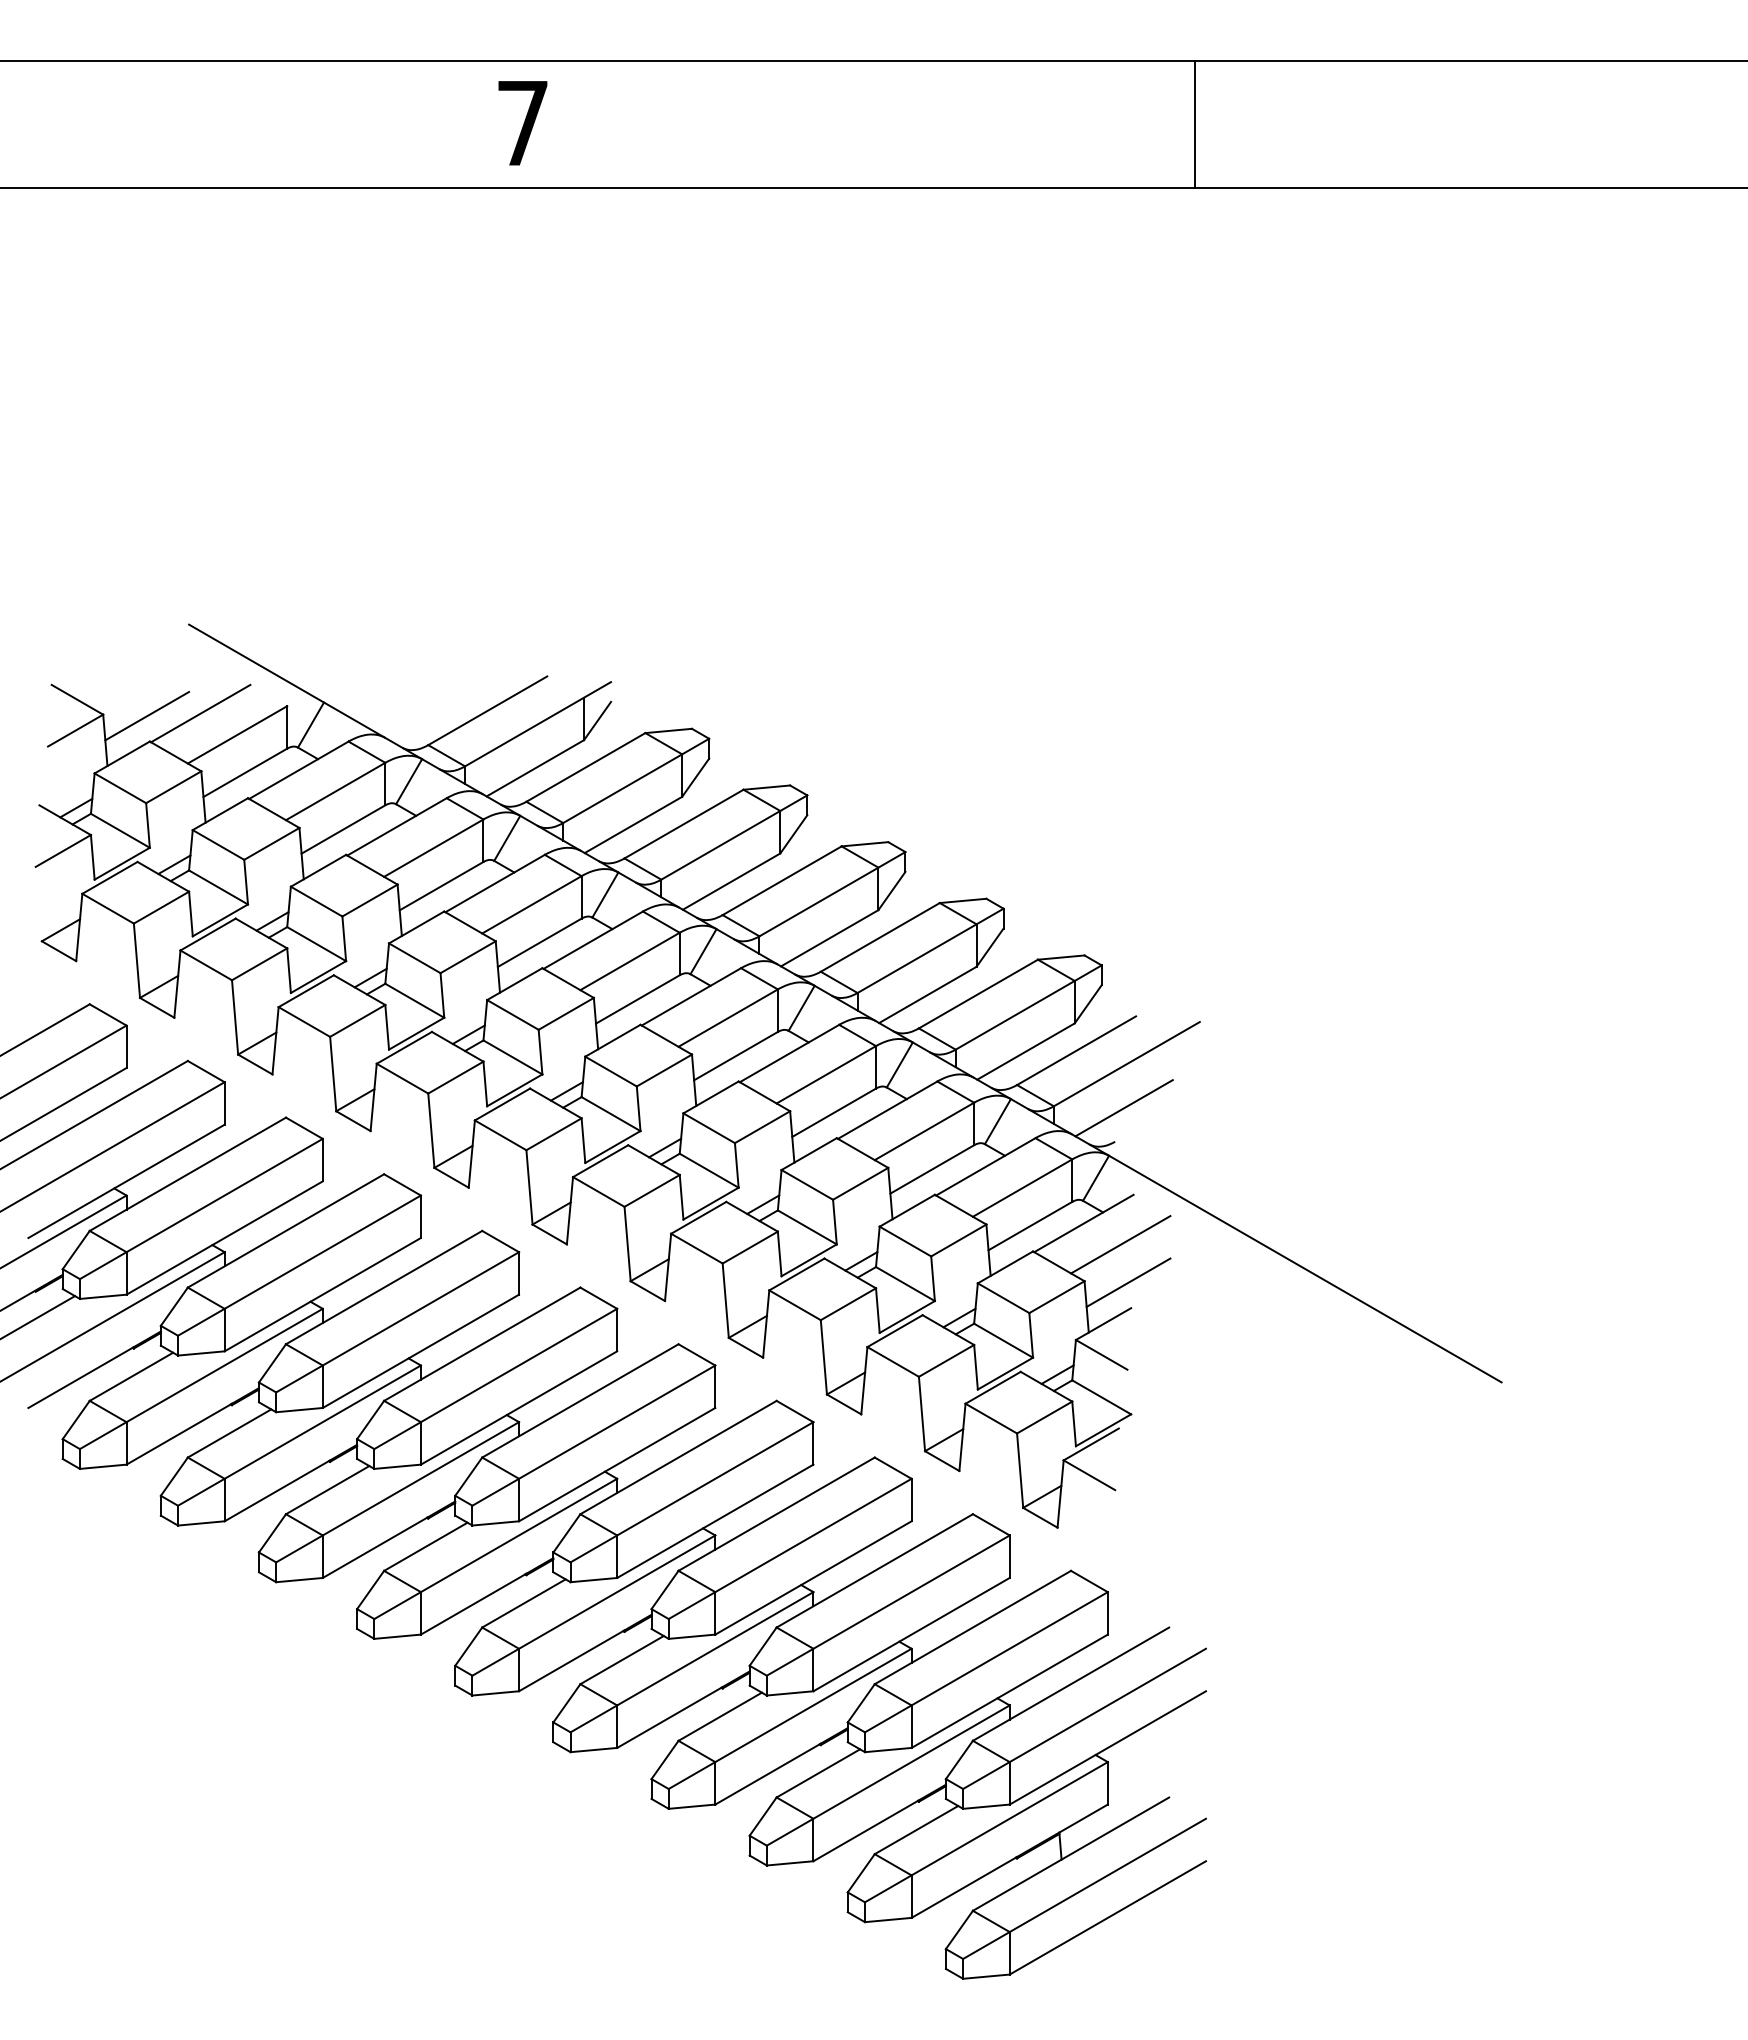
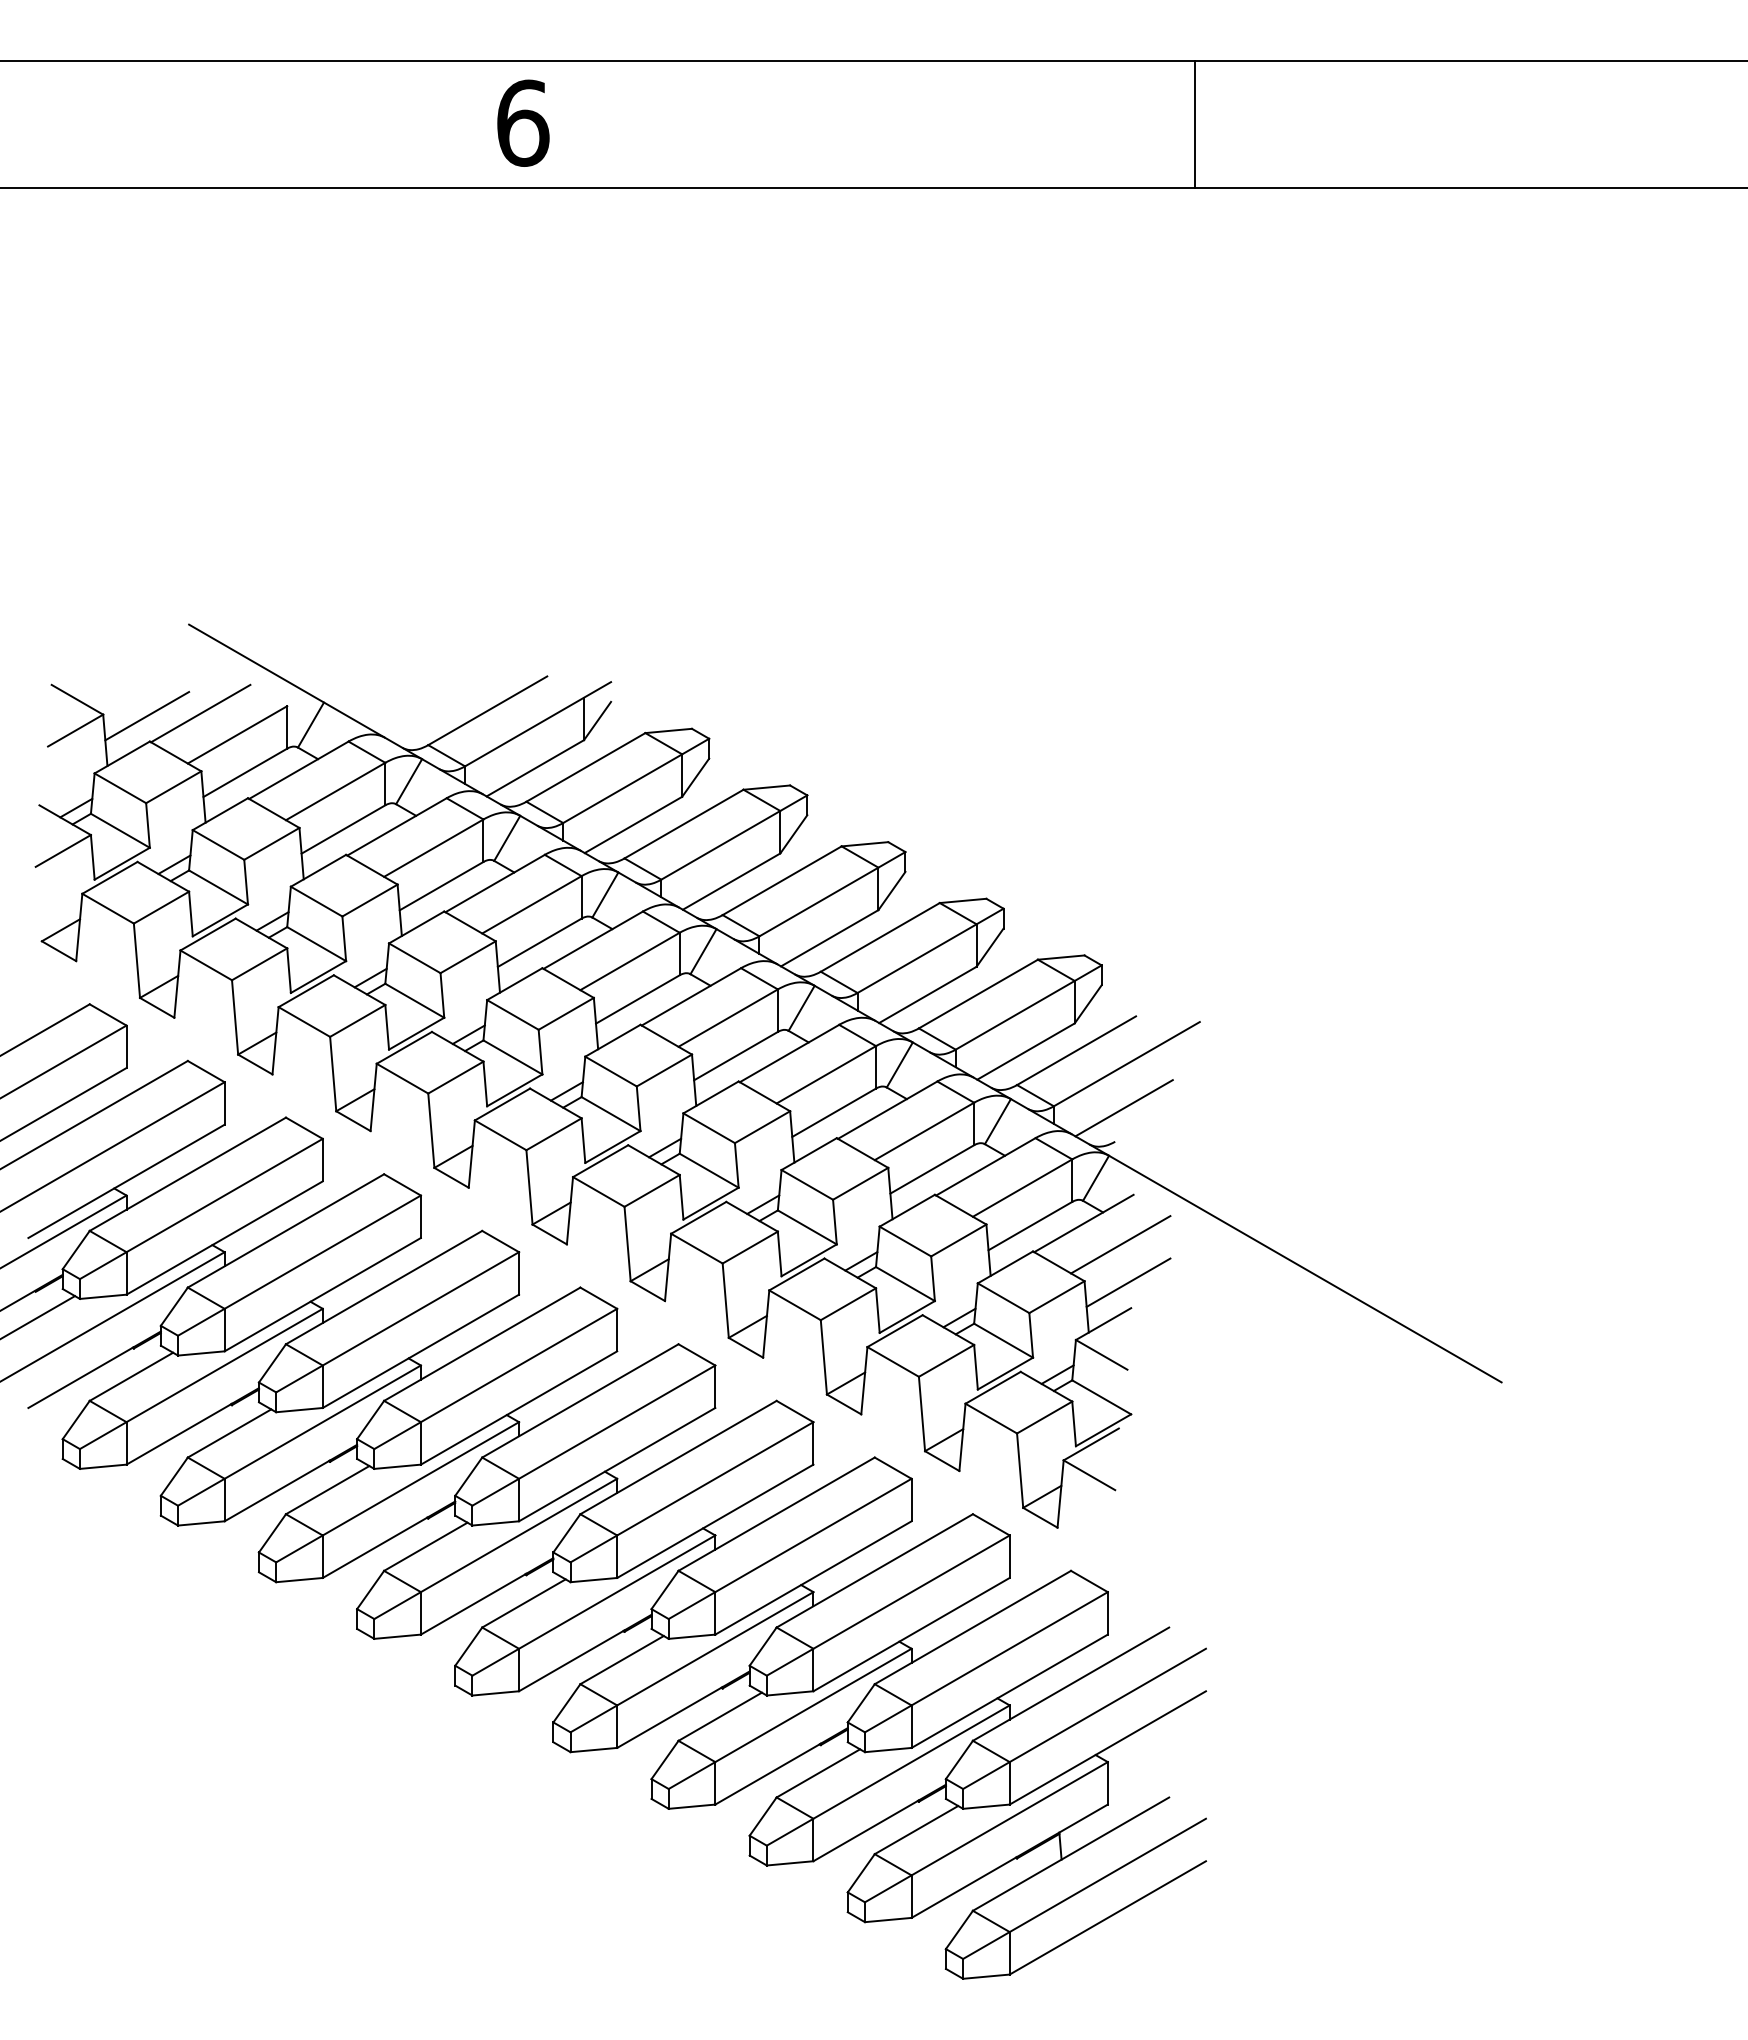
text at (523, 122): 7 -> 6
